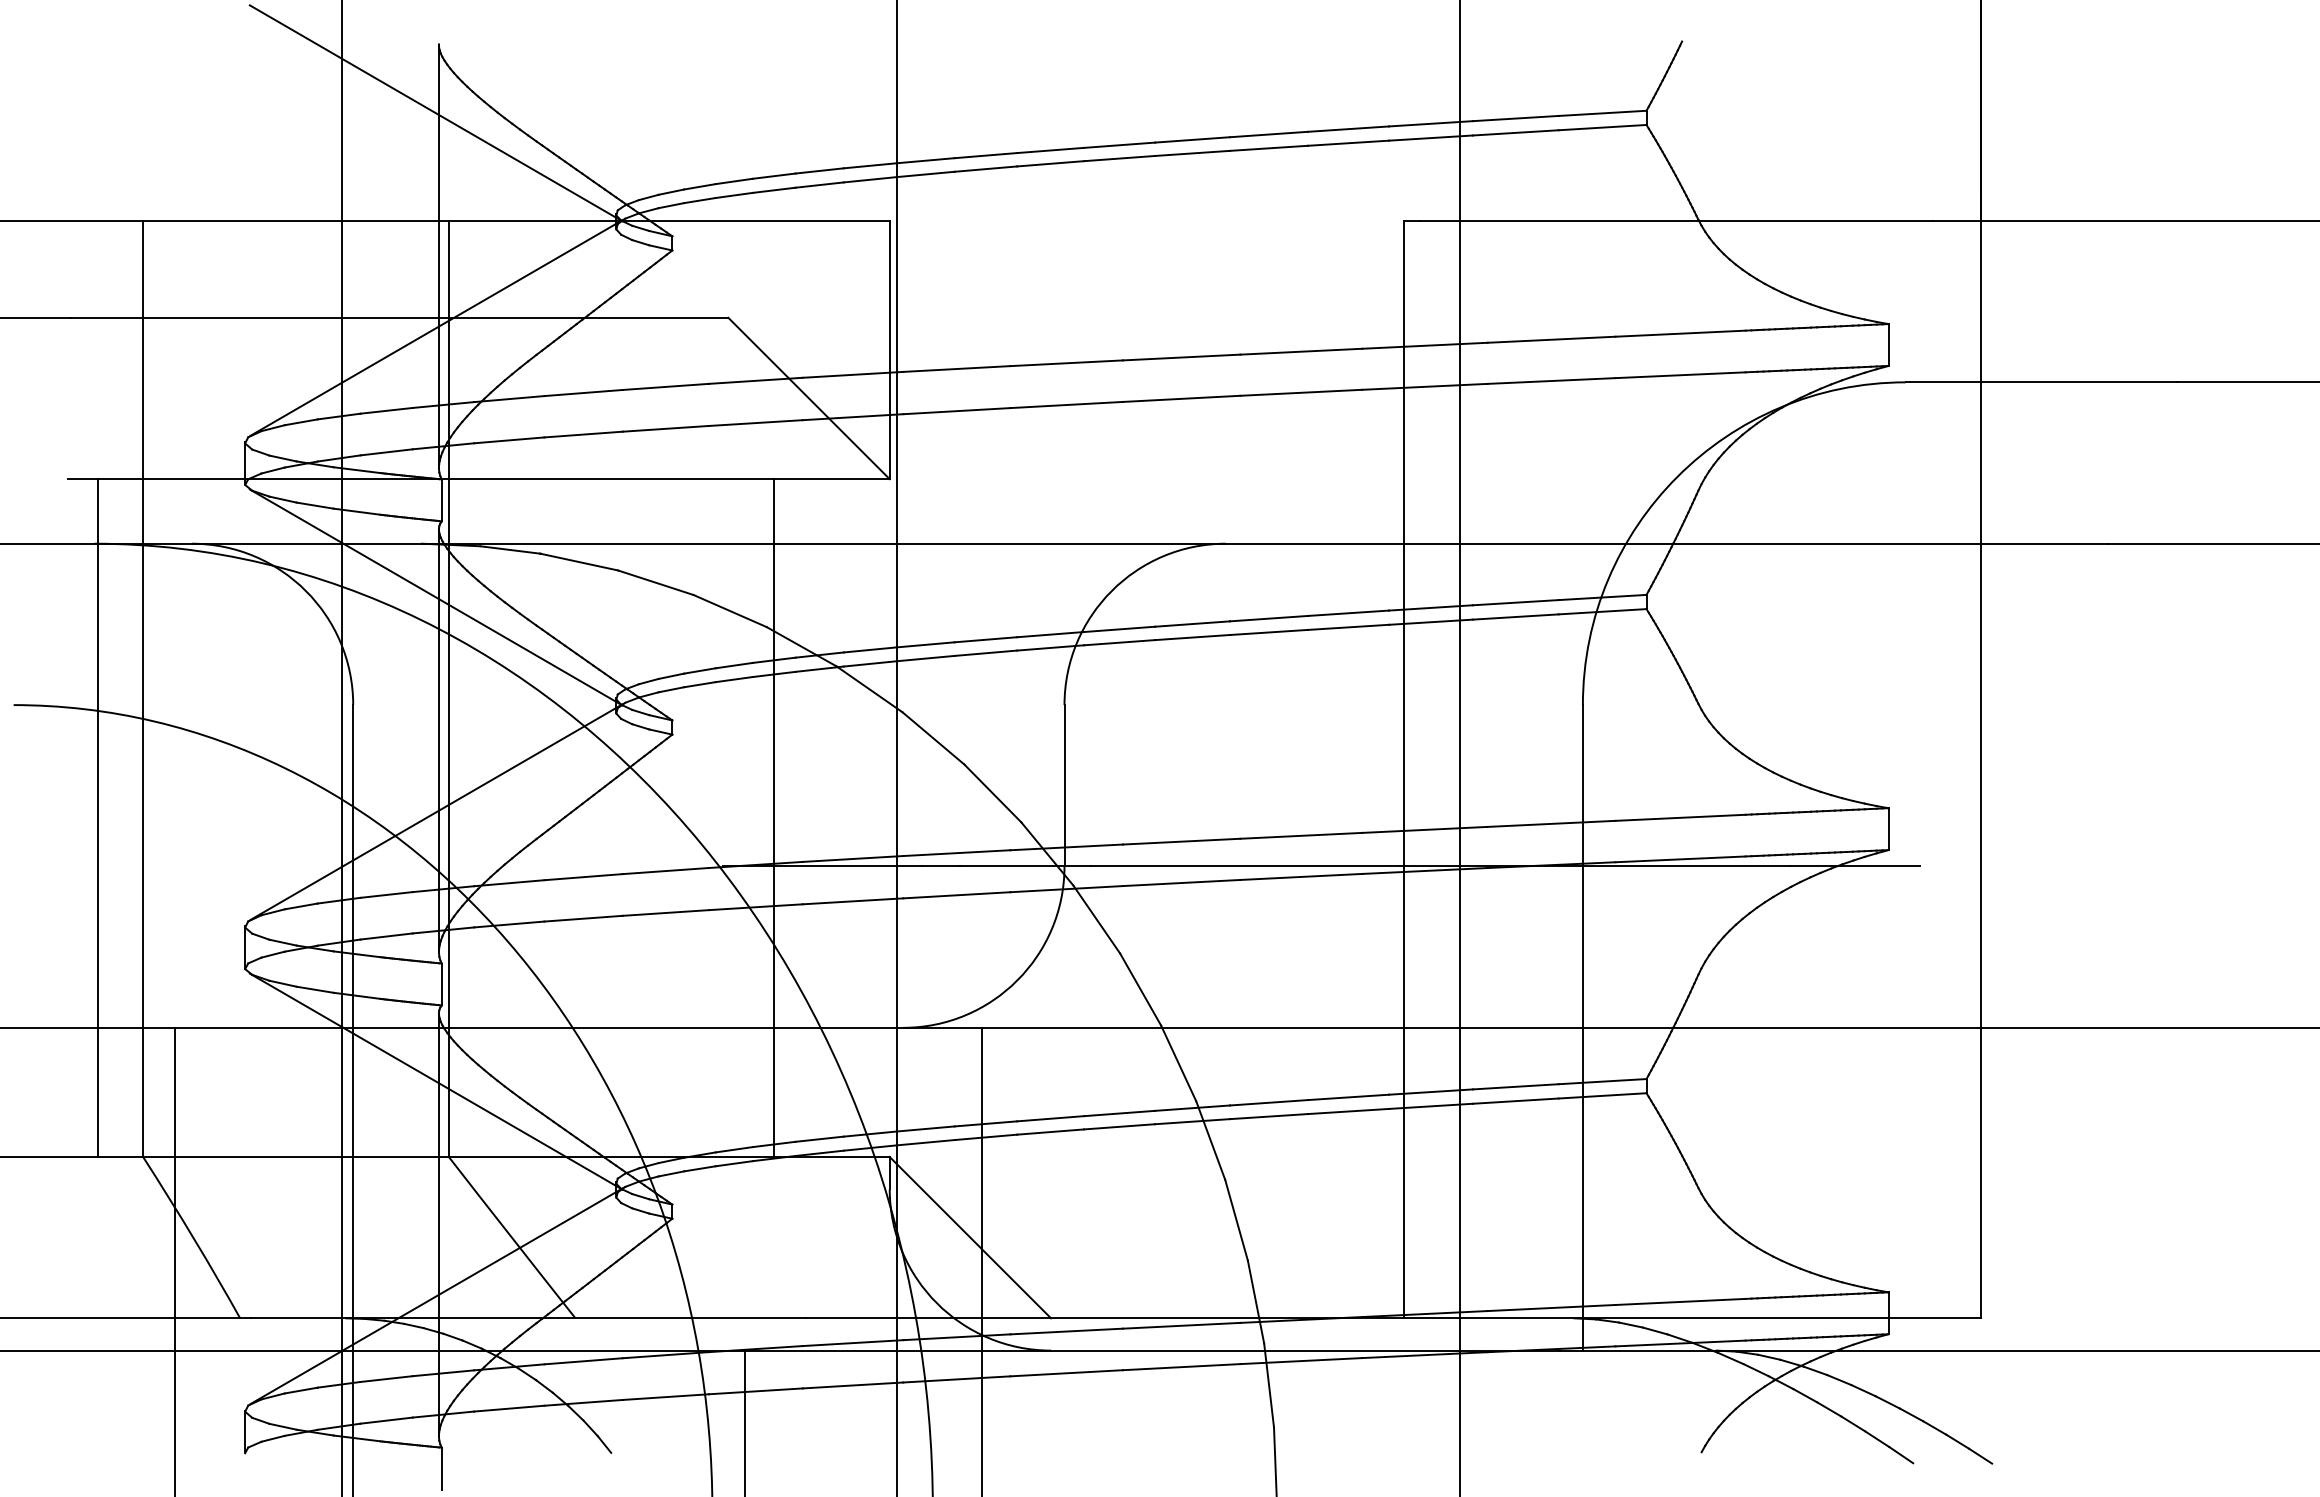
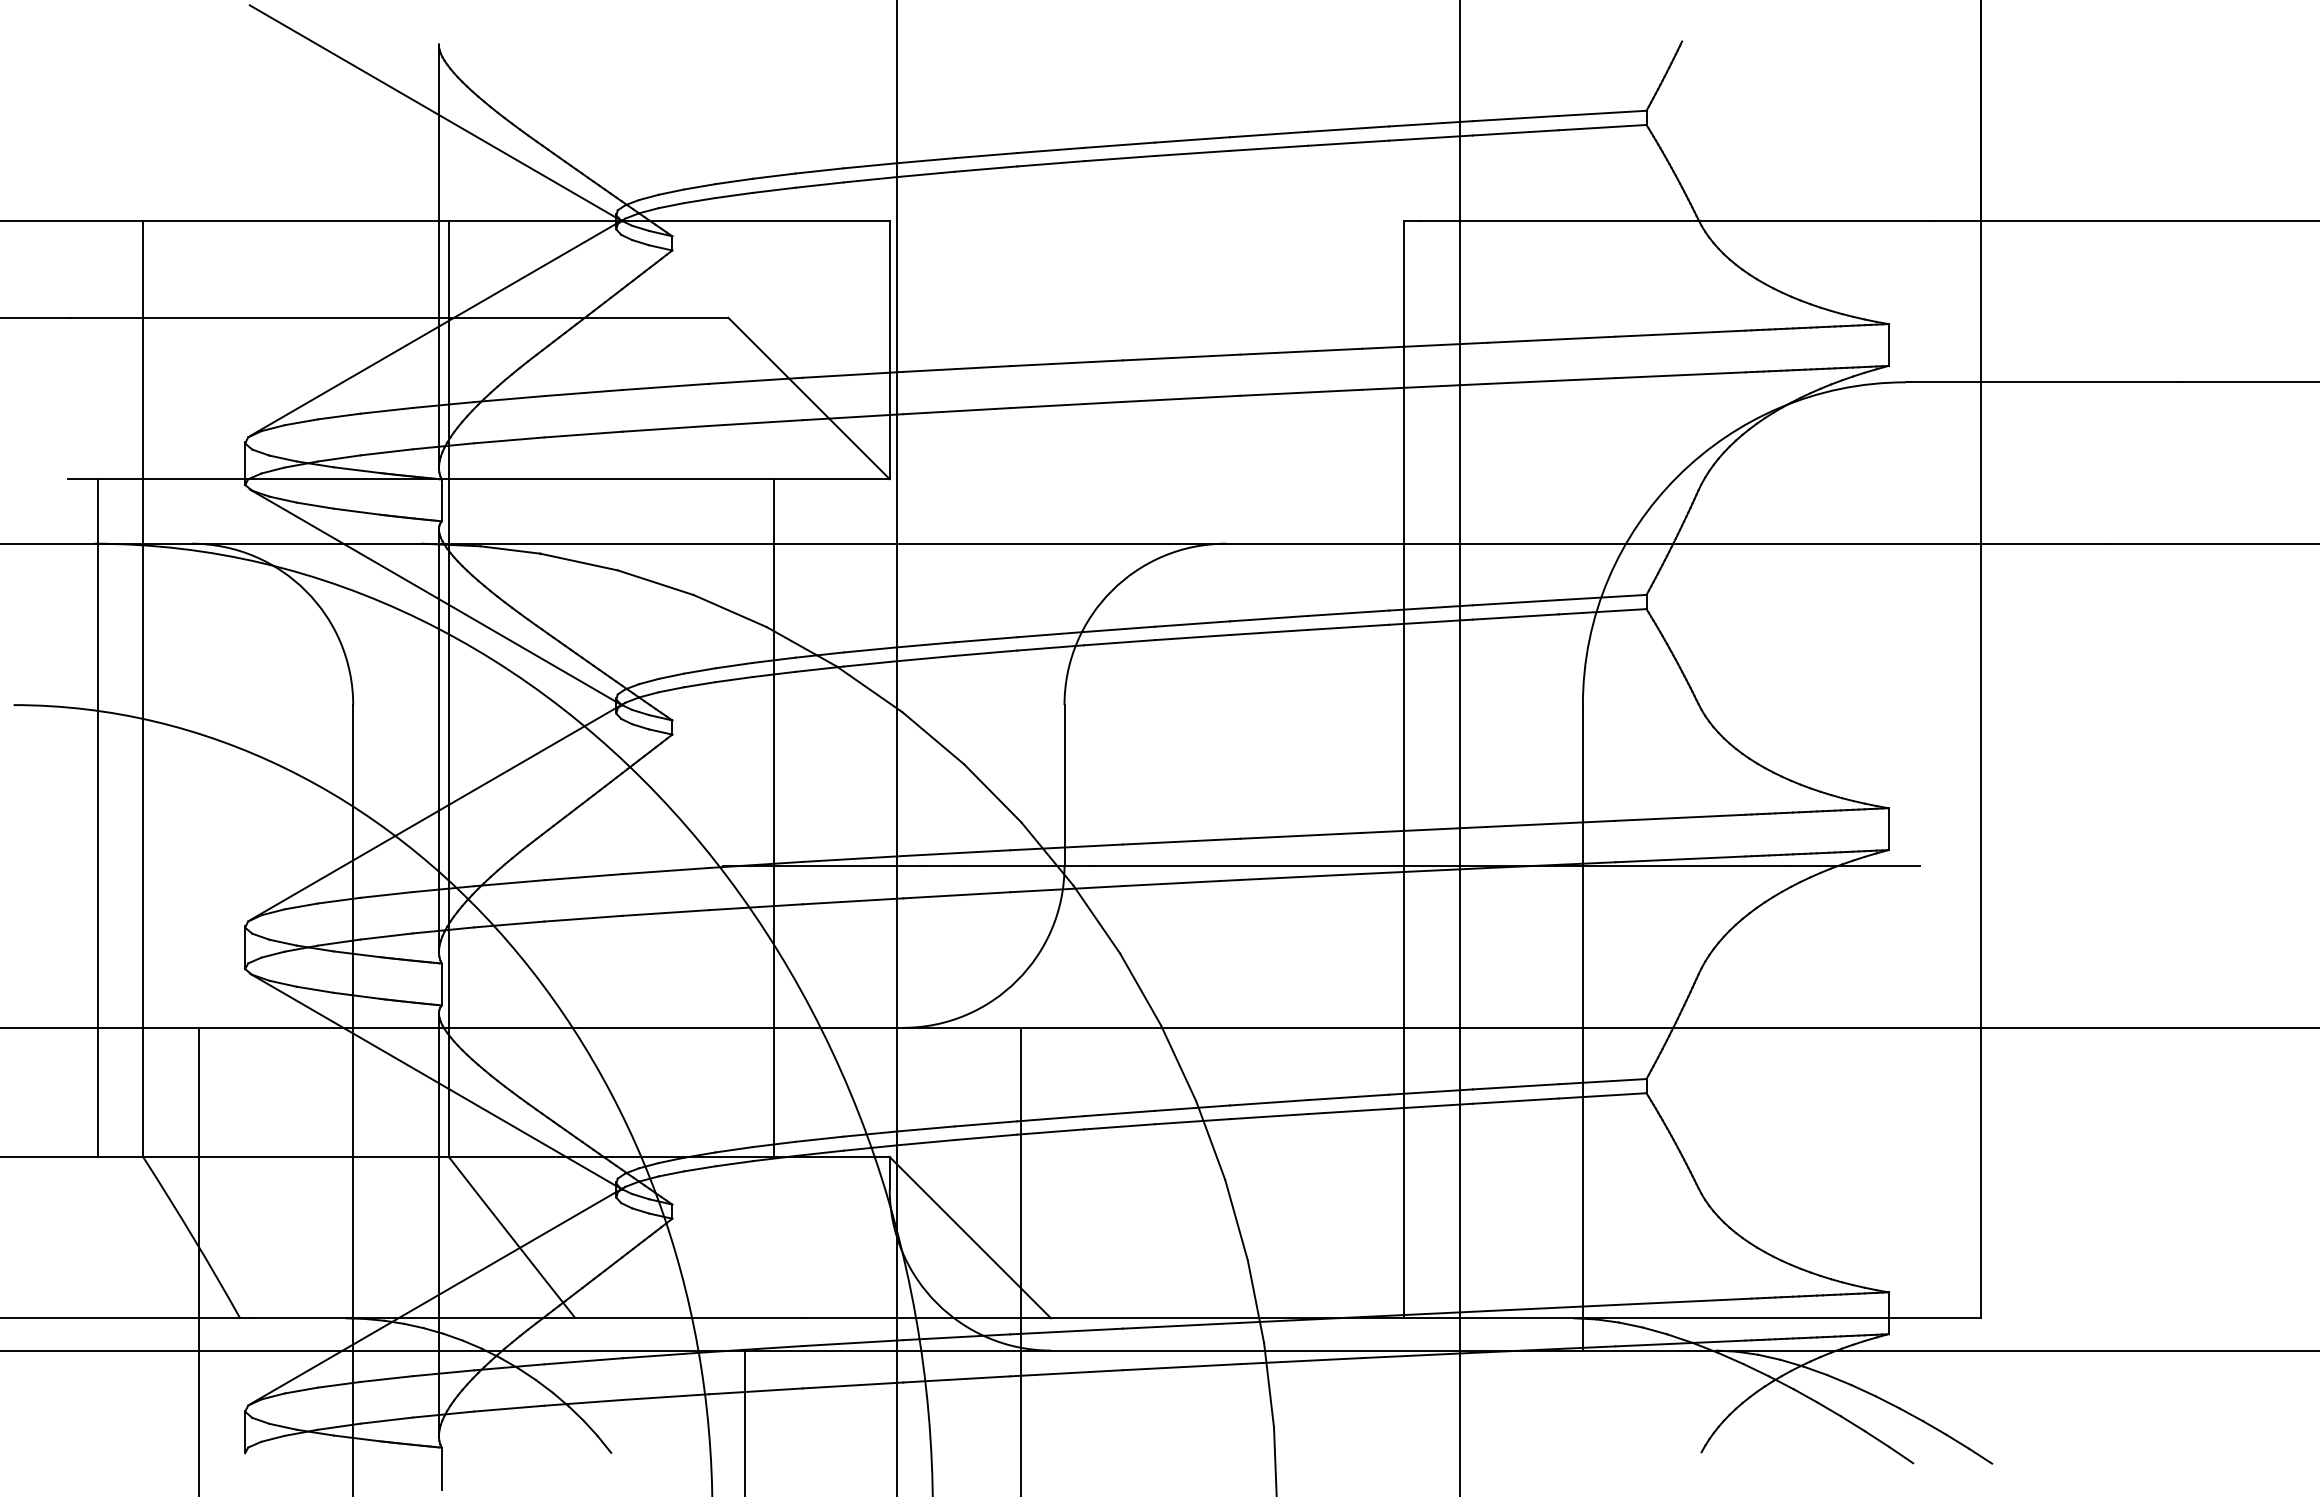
line at (341, 747): present -> none
line at (174, 1260) position: (174, 1260) -> (198, 1260)
line at (981, 1260) position: (981, 1260) -> (1020, 1260)
